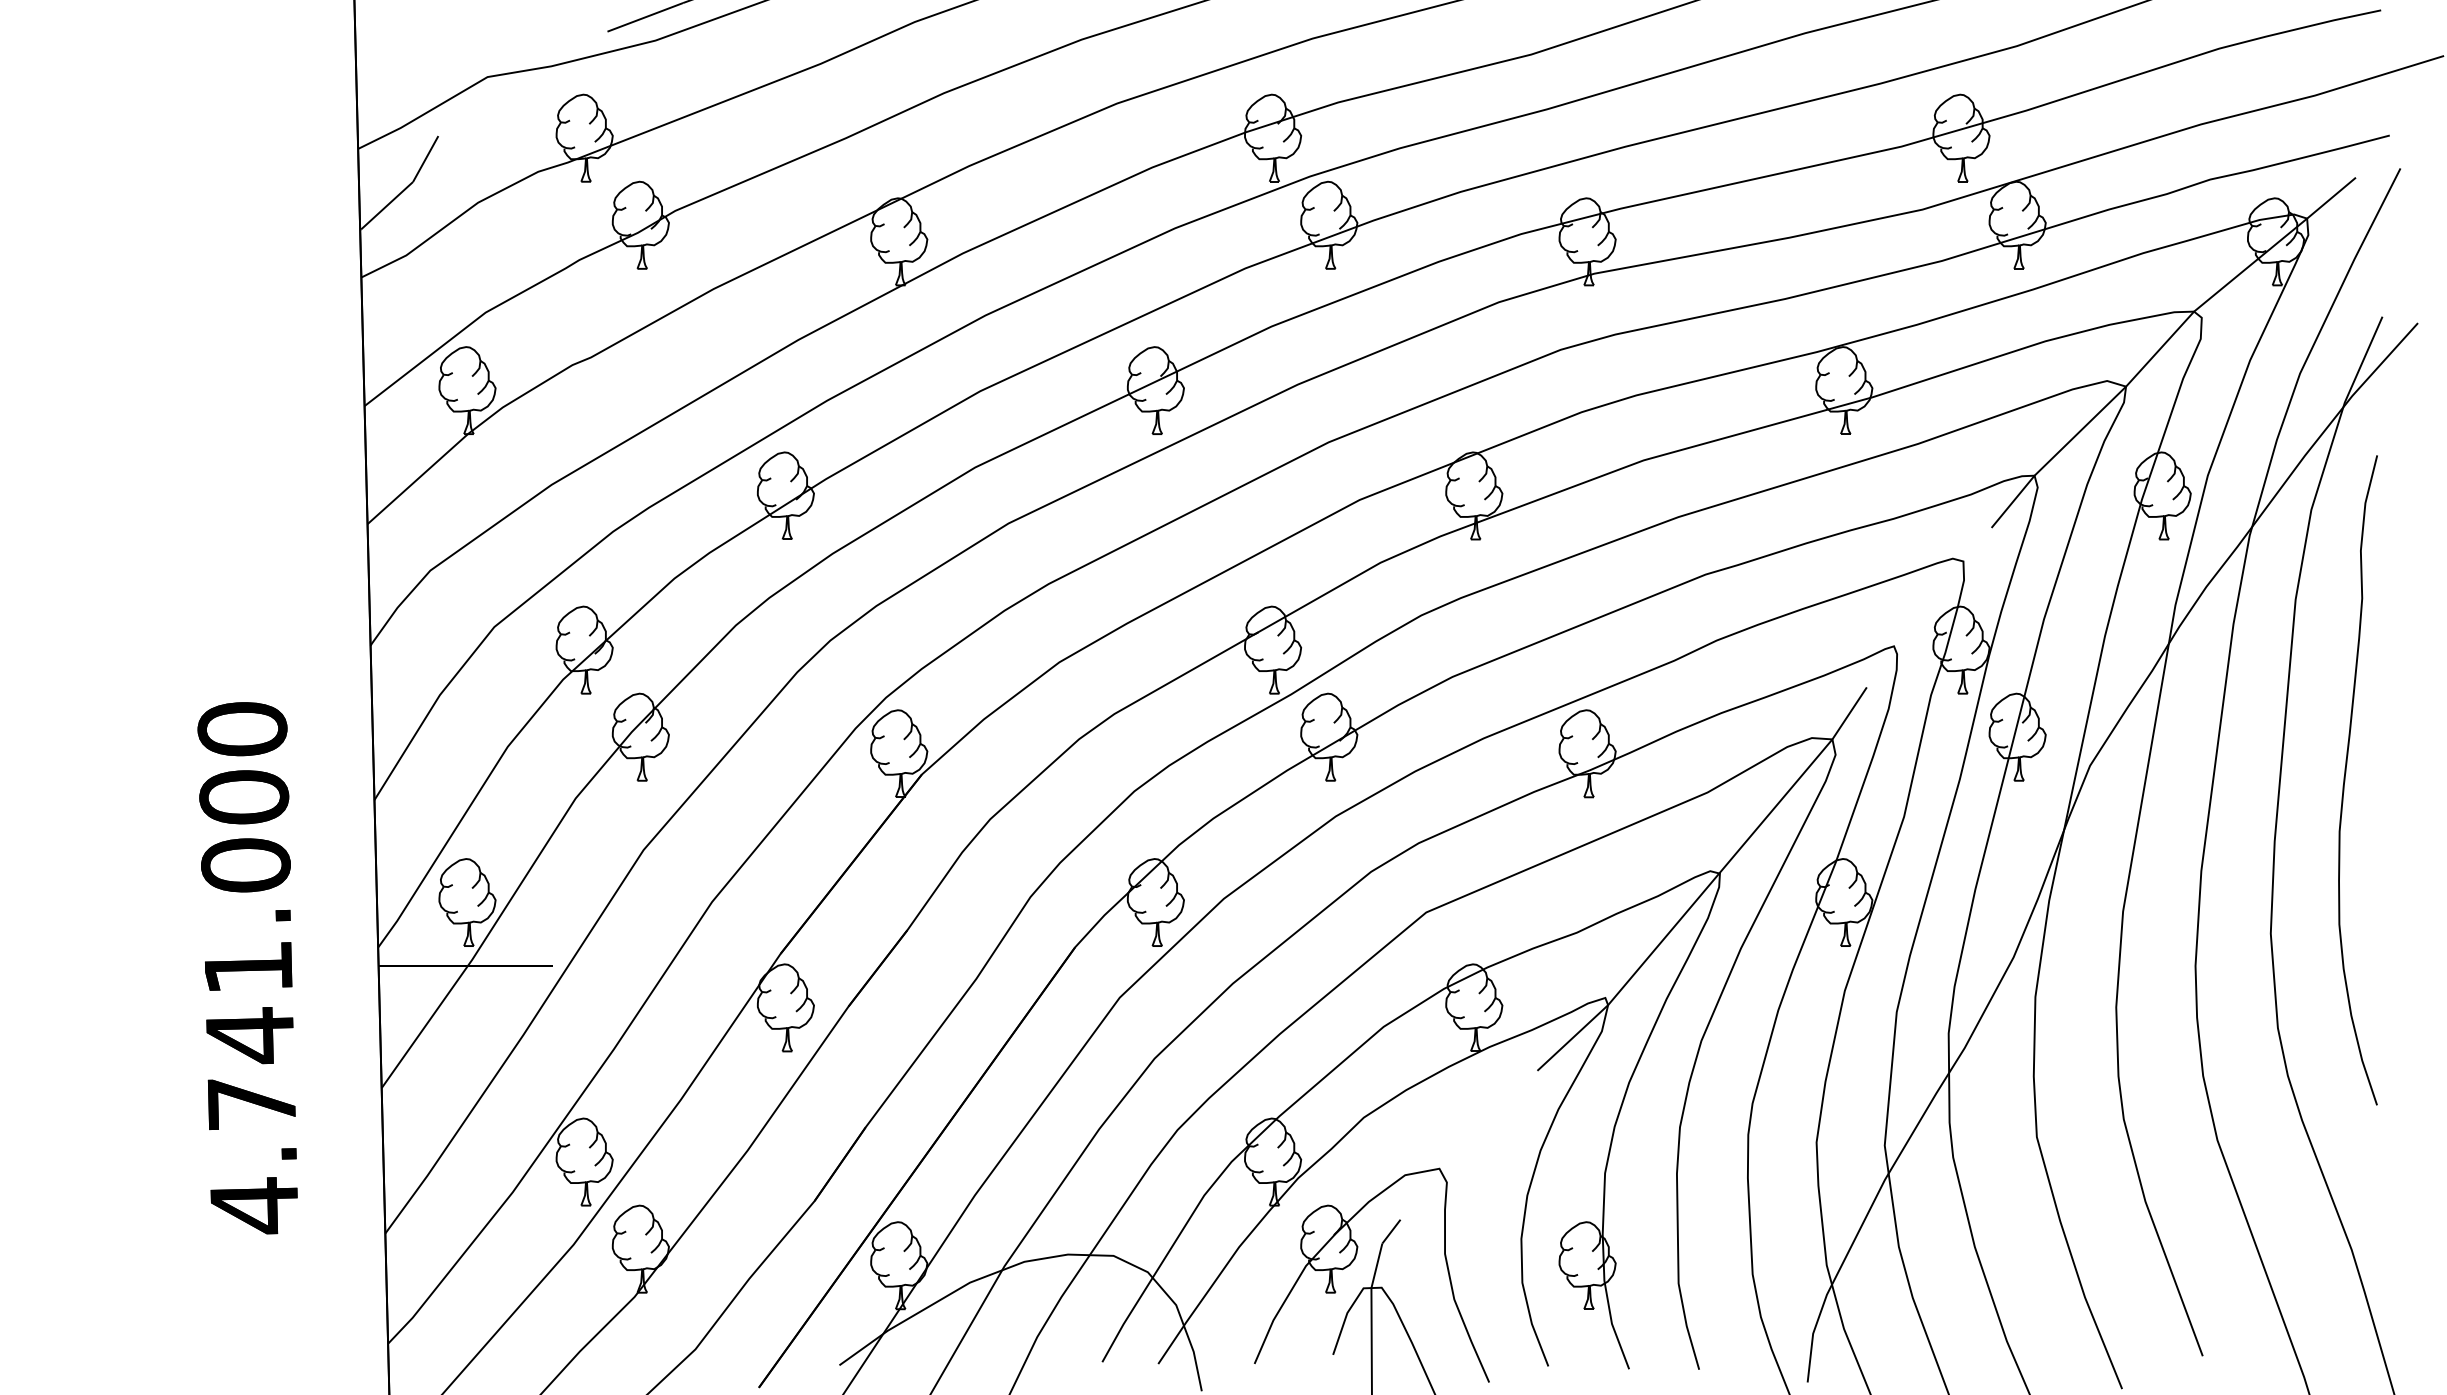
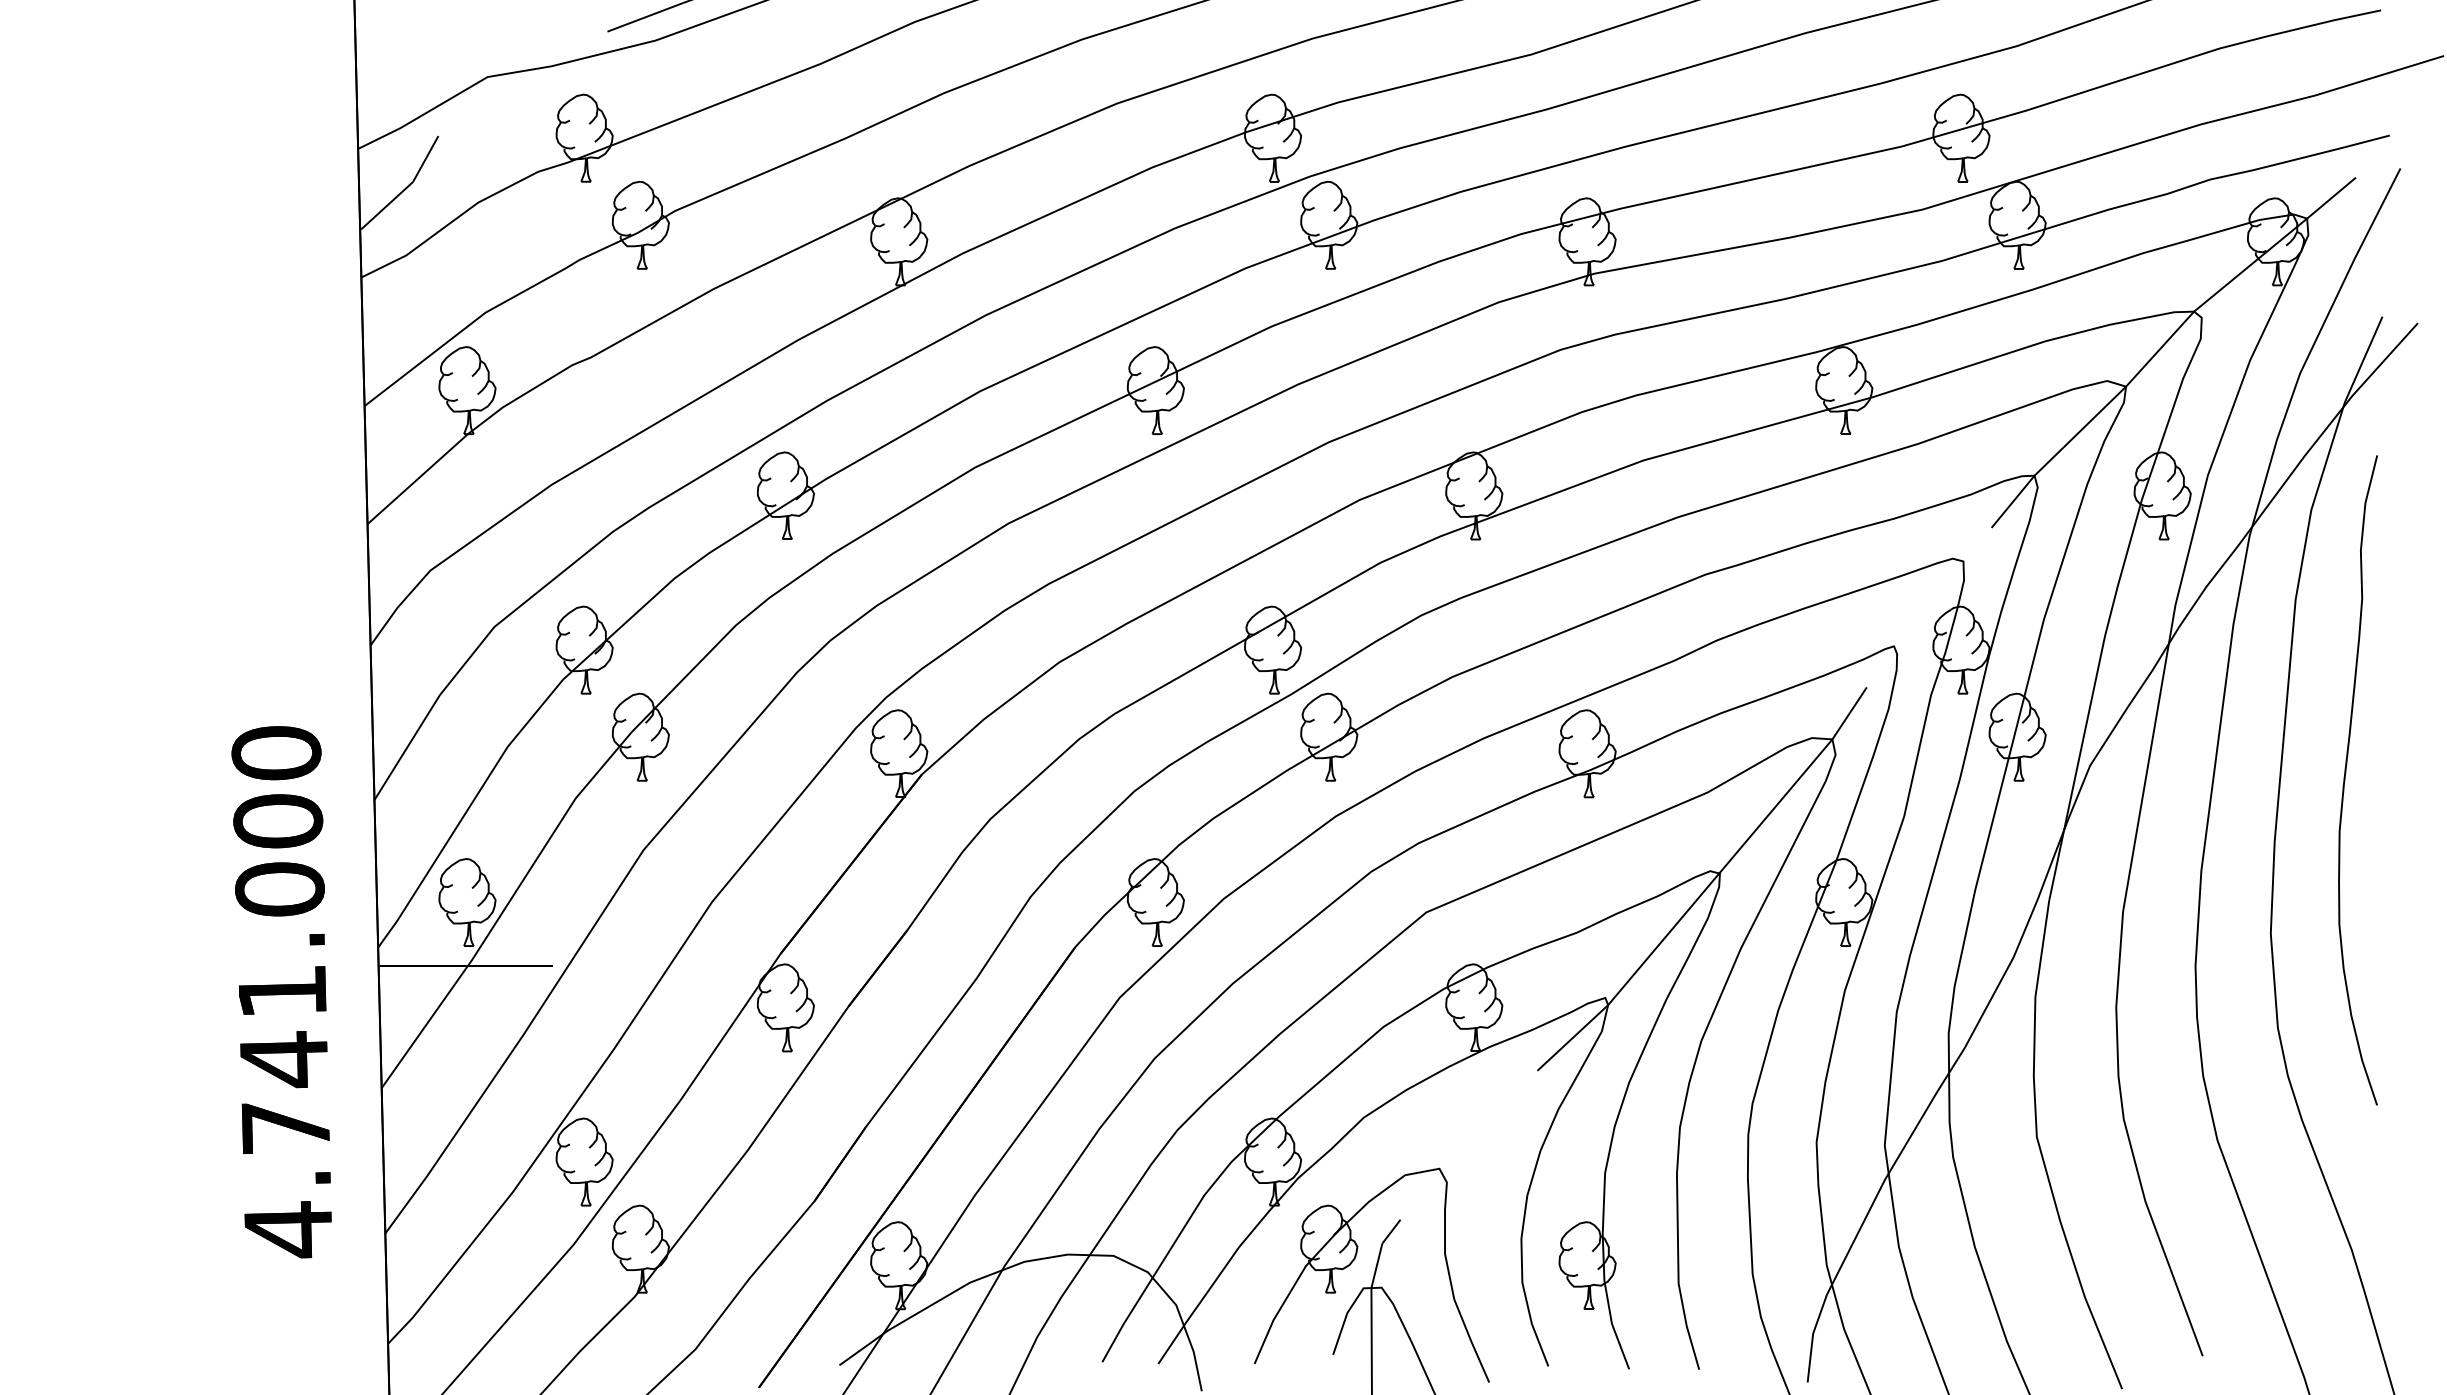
text at (247, 968) position: (247, 968) -> (281, 992)
